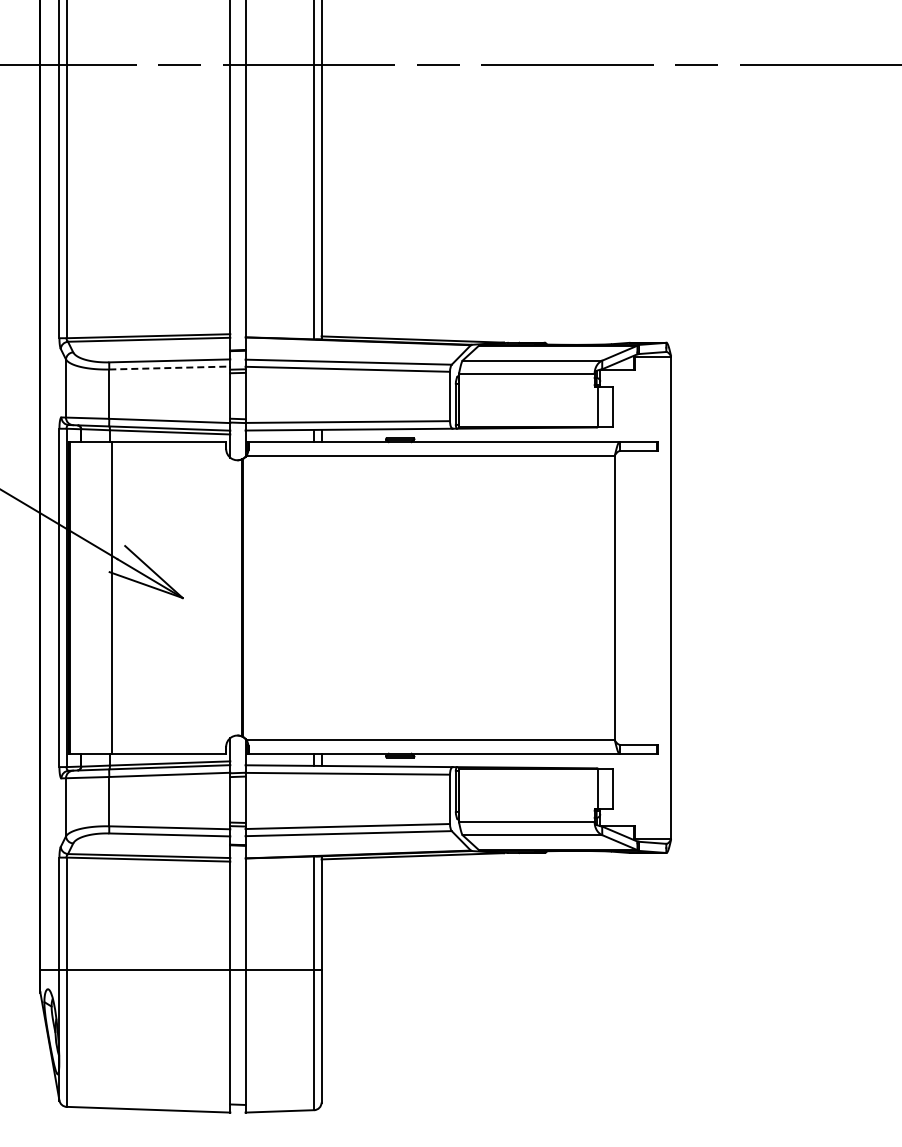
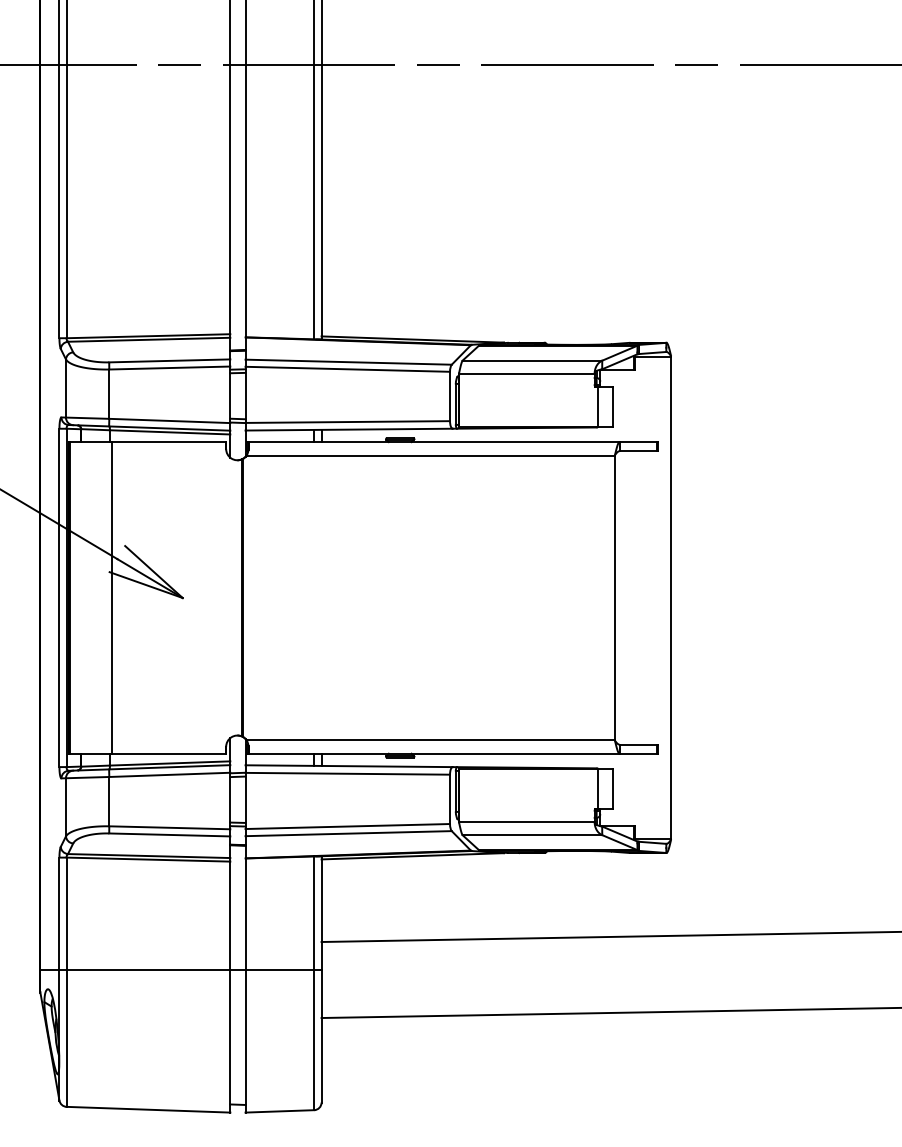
line at (169, 368): dashed -> solid
line at (609, 936): none -> present
line at (609, 1012): none -> present
